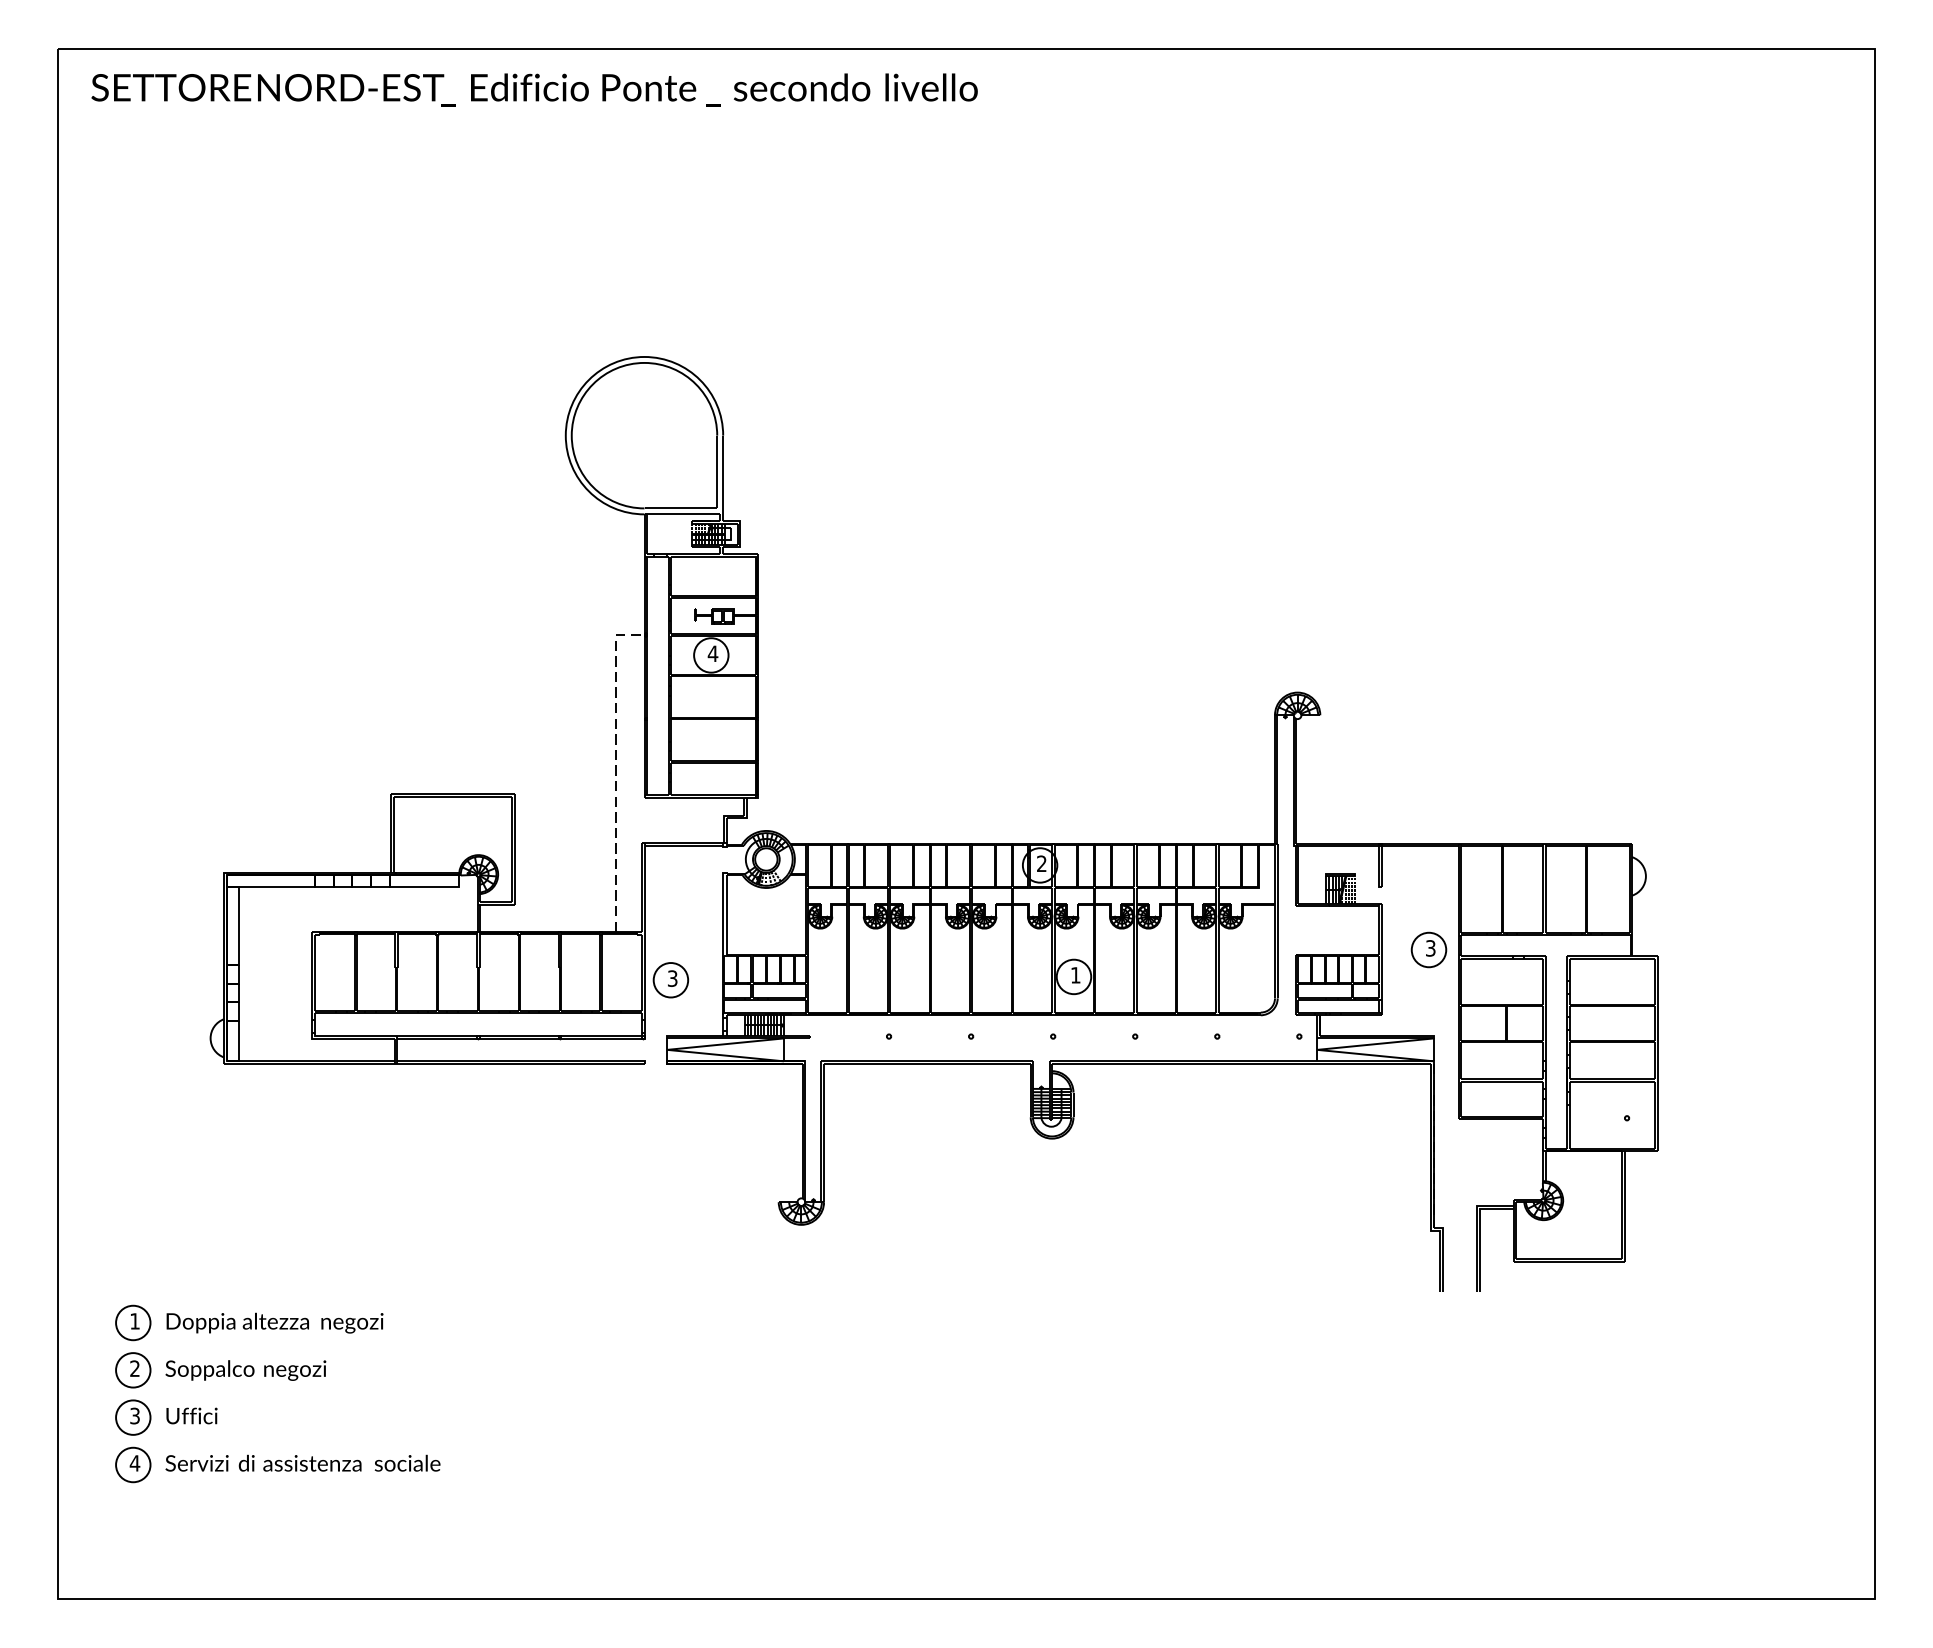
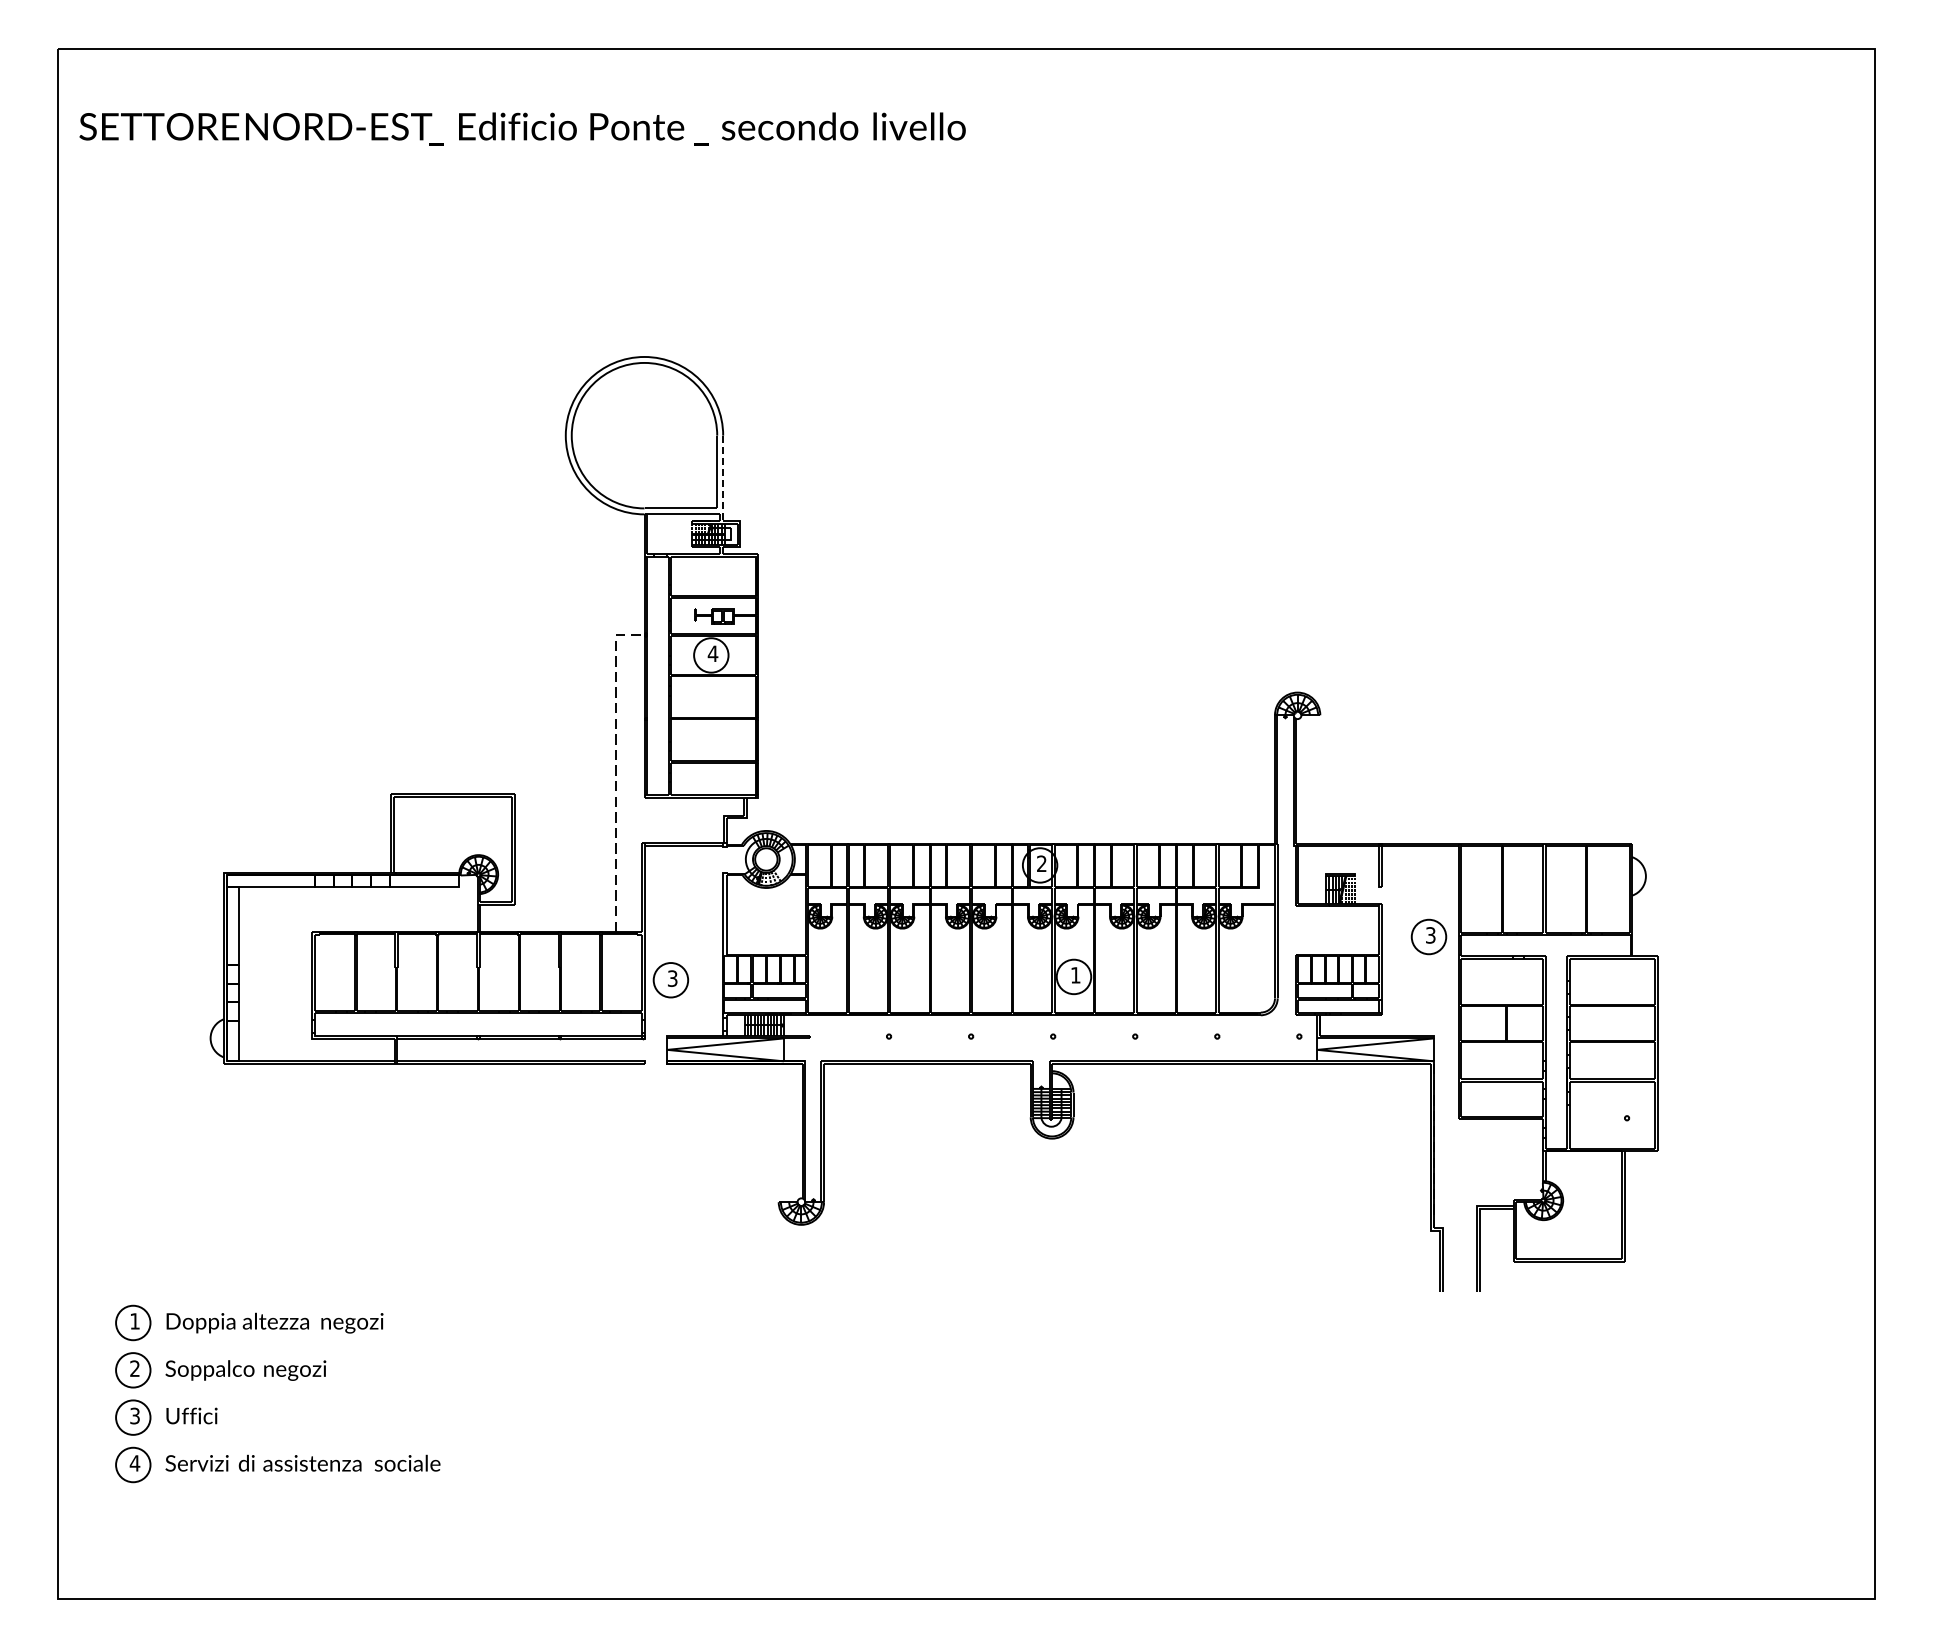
text at (534, 89) position: (534, 89) -> (522, 128)
line at (723, 478): solid -> dashed
part at (1428, 949) position: (1428, 949) -> (1428, 936)
